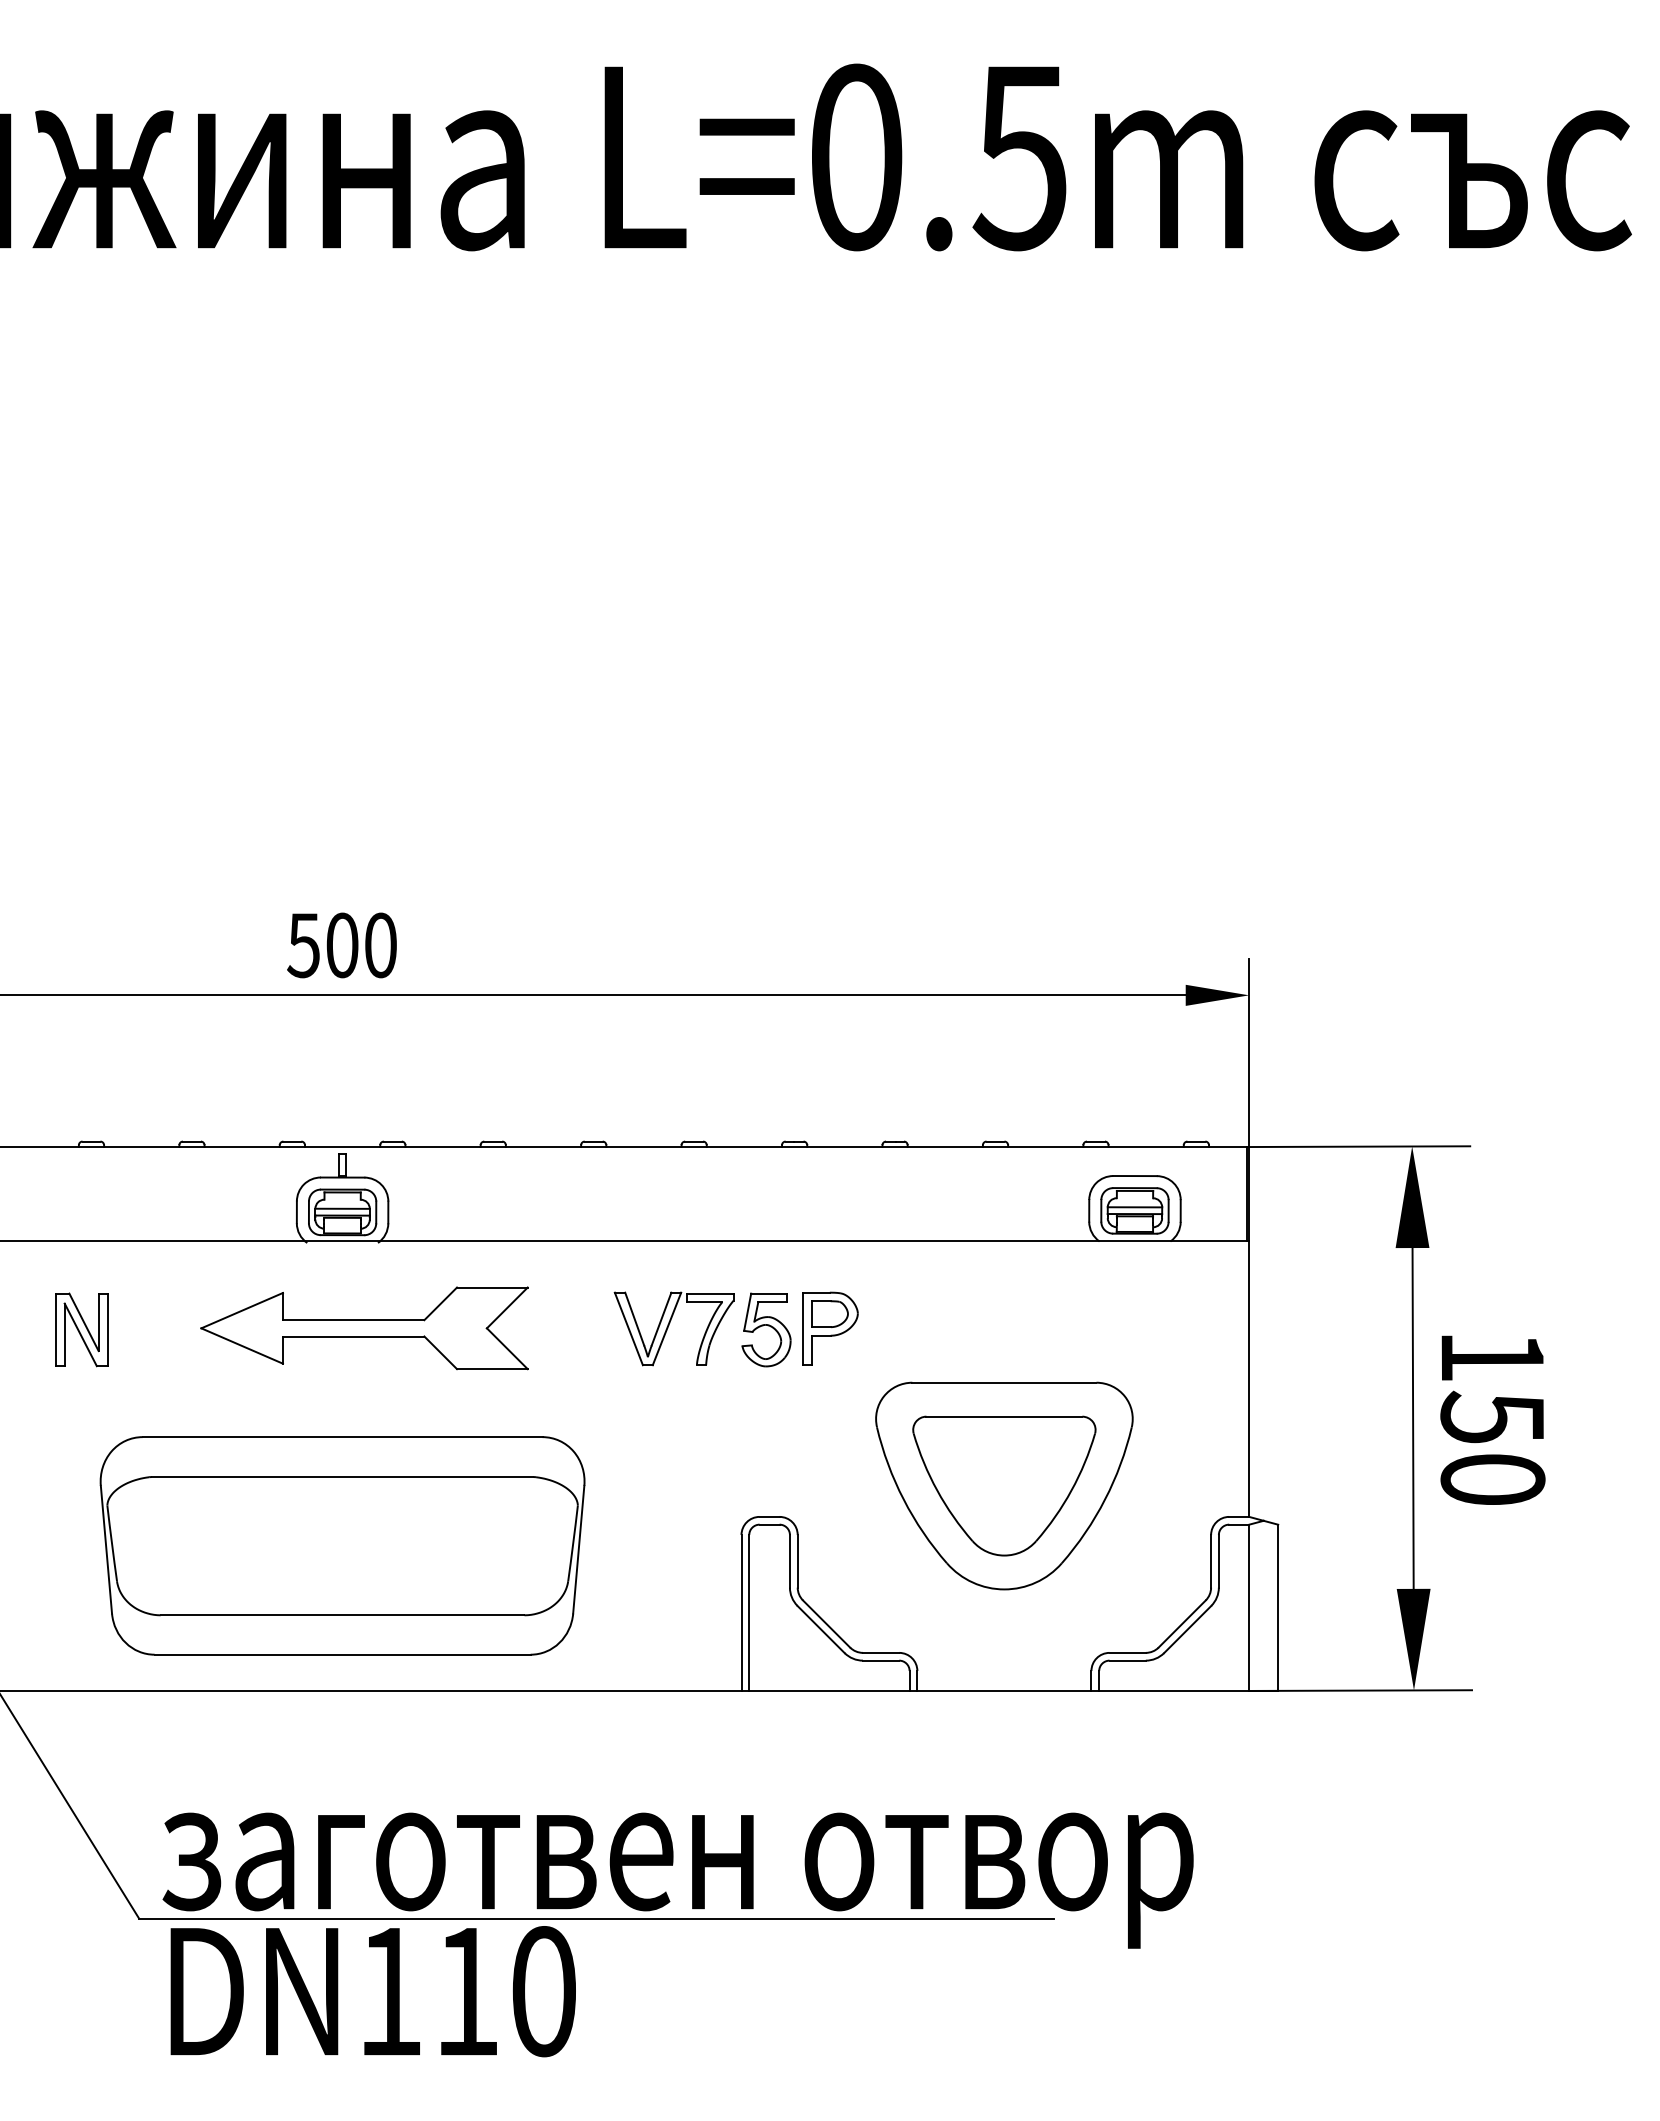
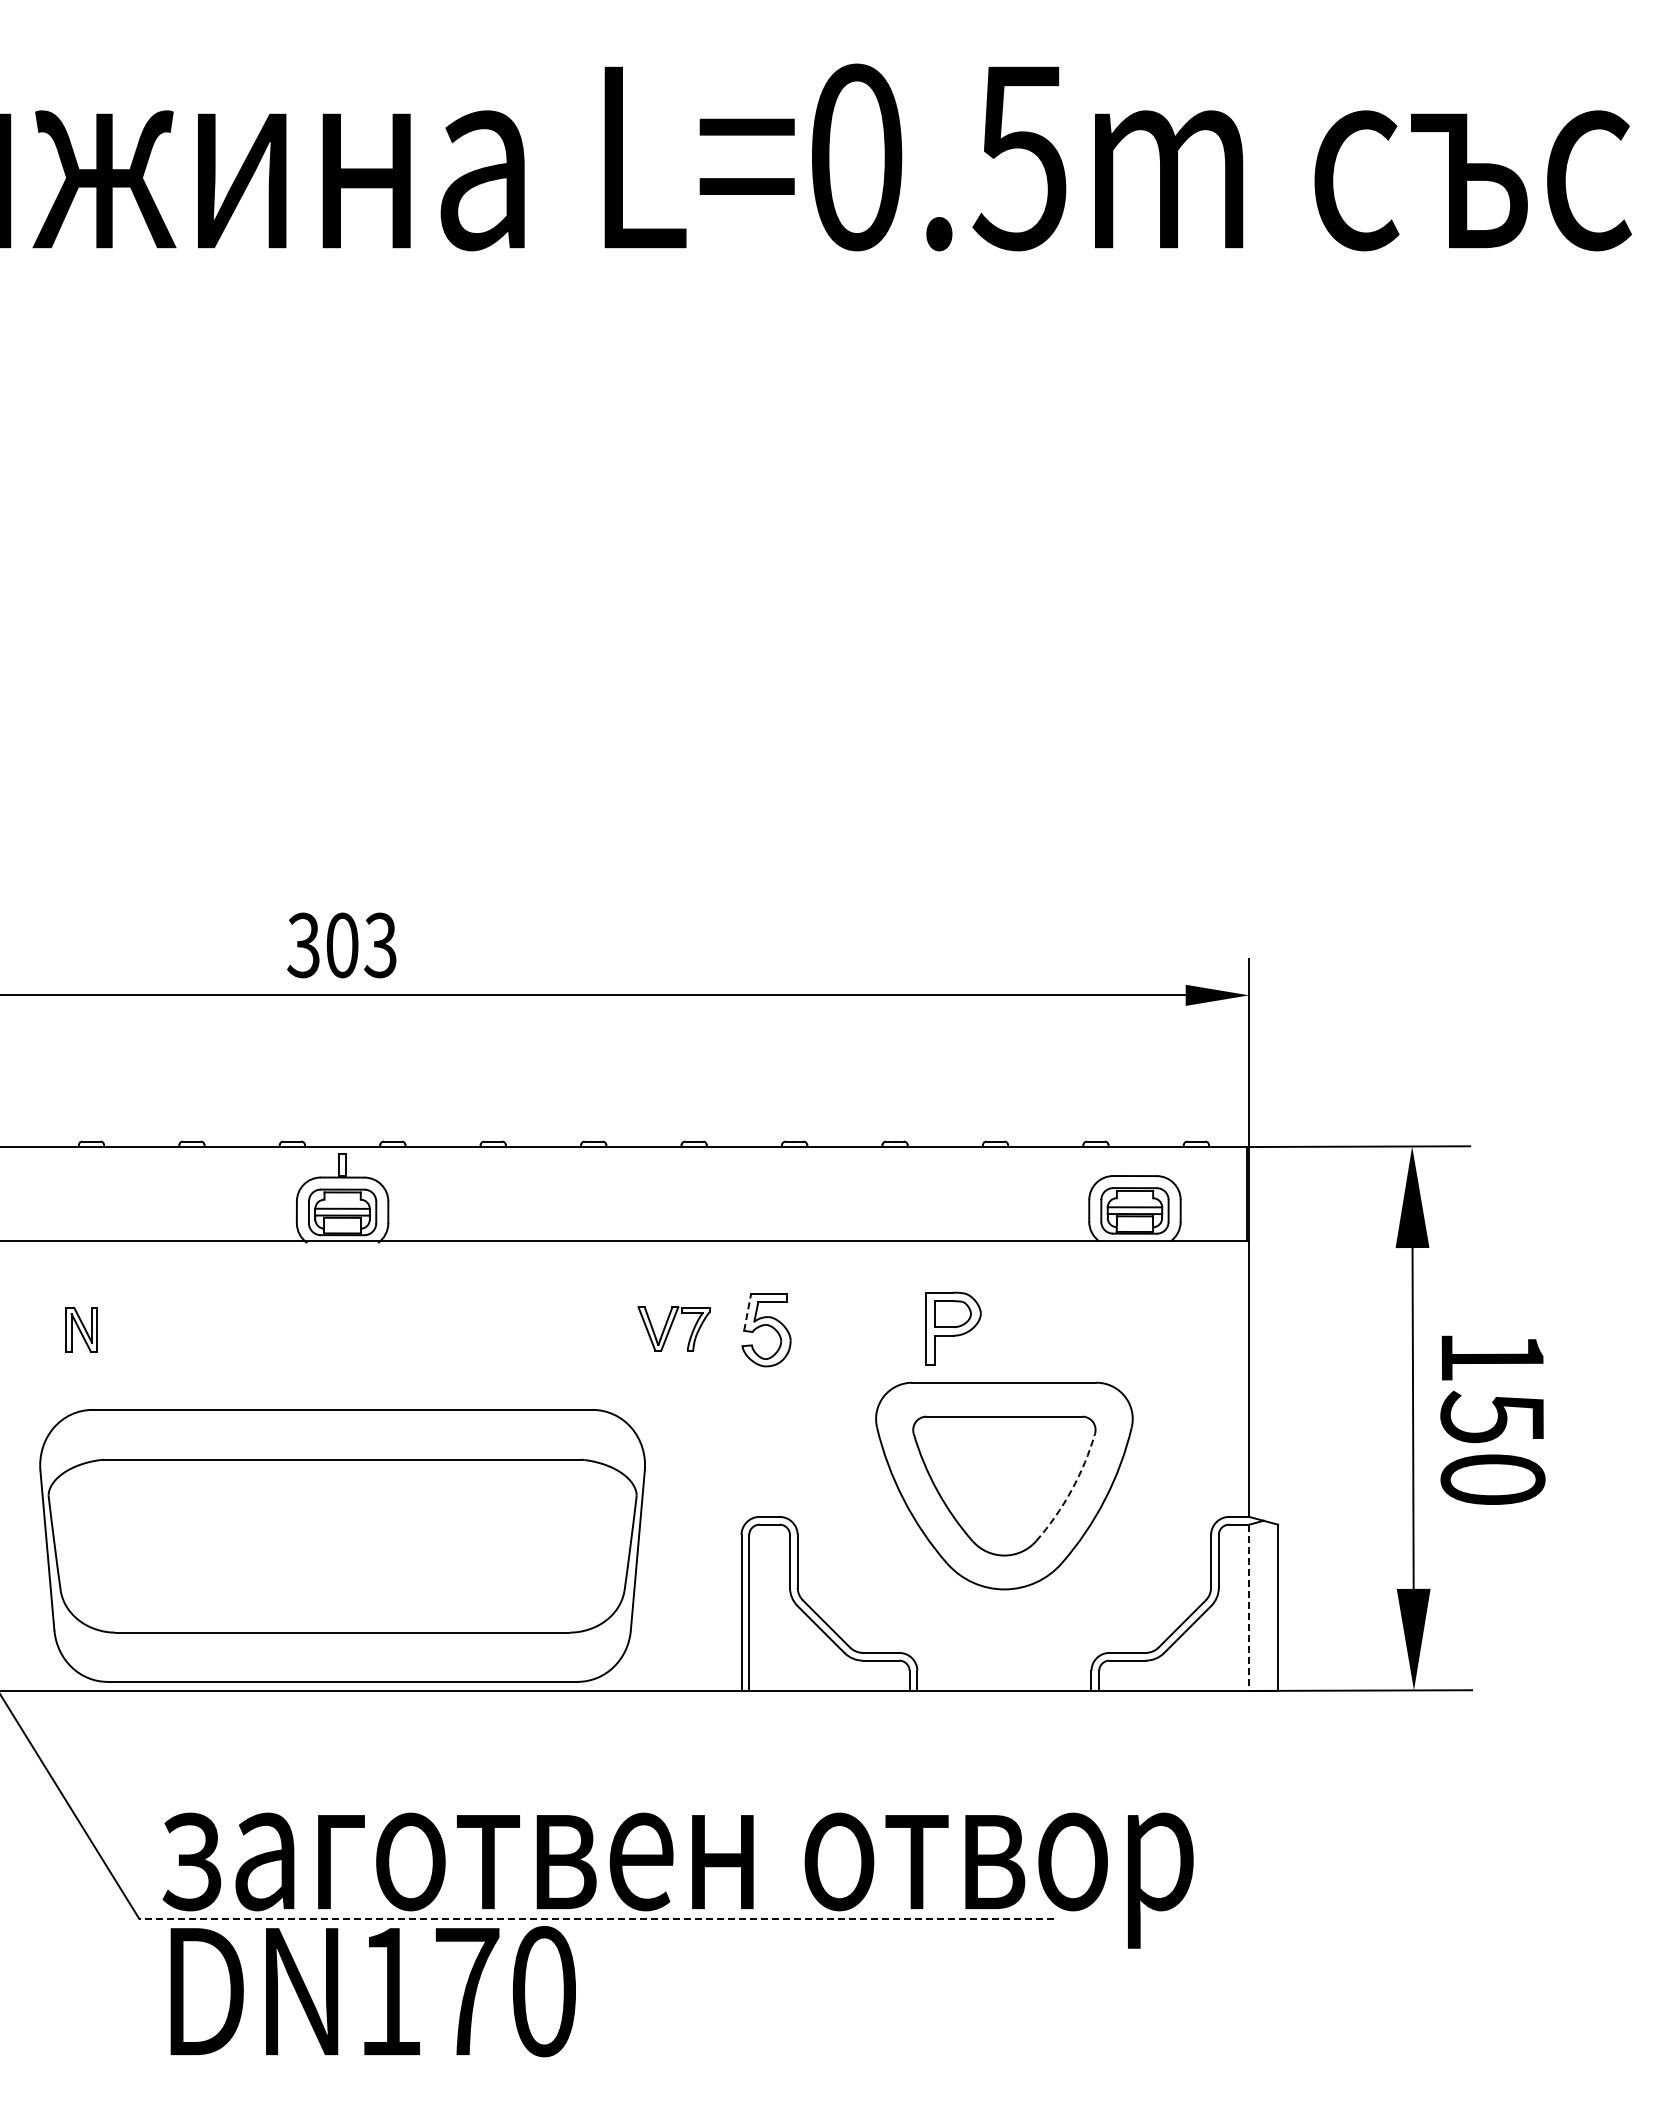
text at (341, 945): 500 -> 303
line at (747, 1312): solid -> dashed
part at (364, 1328): present -> none
part at (673, 1328) size: 122x76 px -> 74x46 px
part at (830, 1328) position: (830, 1328) -> (953, 1328)
part at (81, 1329) size: 54x76 px -> 33x46 px
arc at (1071, 1490): solid -> dashed
part at (342, 1545) size: 487x220 px -> 607x274 px
line at (1249, 1608): solid -> dashed
line at (596, 1918): solid -> dashed
text at (467, 1991): DN110 -> DN170
